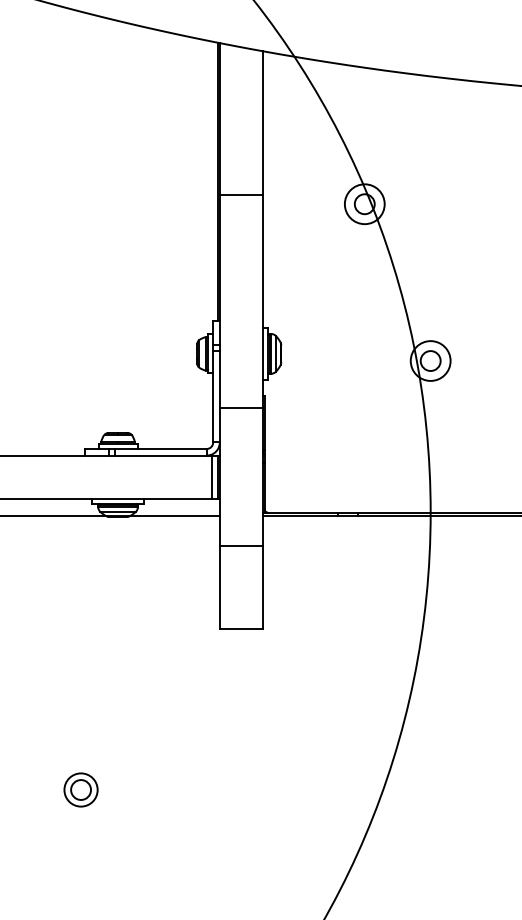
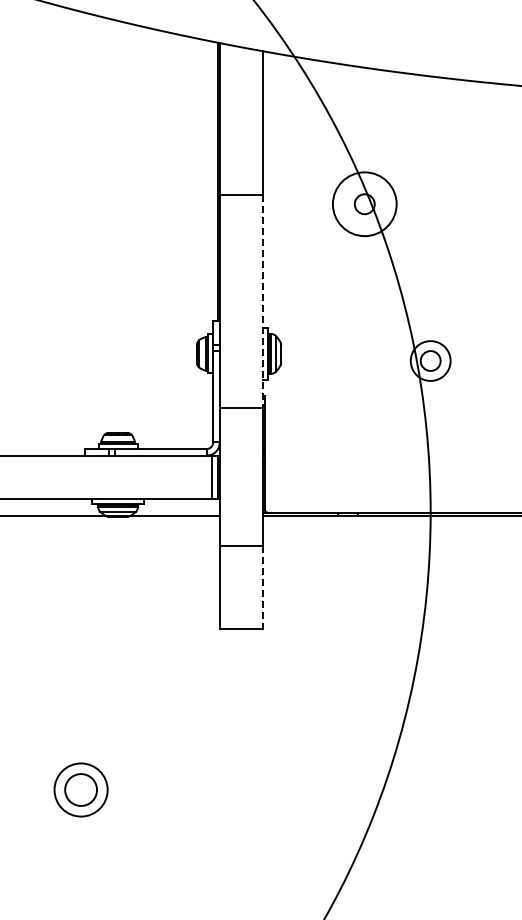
circle at (364, 204) diameter: 40 px -> 64 px
line at (263, 301): solid -> dashed
line at (263, 587): solid -> dashed
part at (80, 789) size: 36x36 px -> 56x56 px
